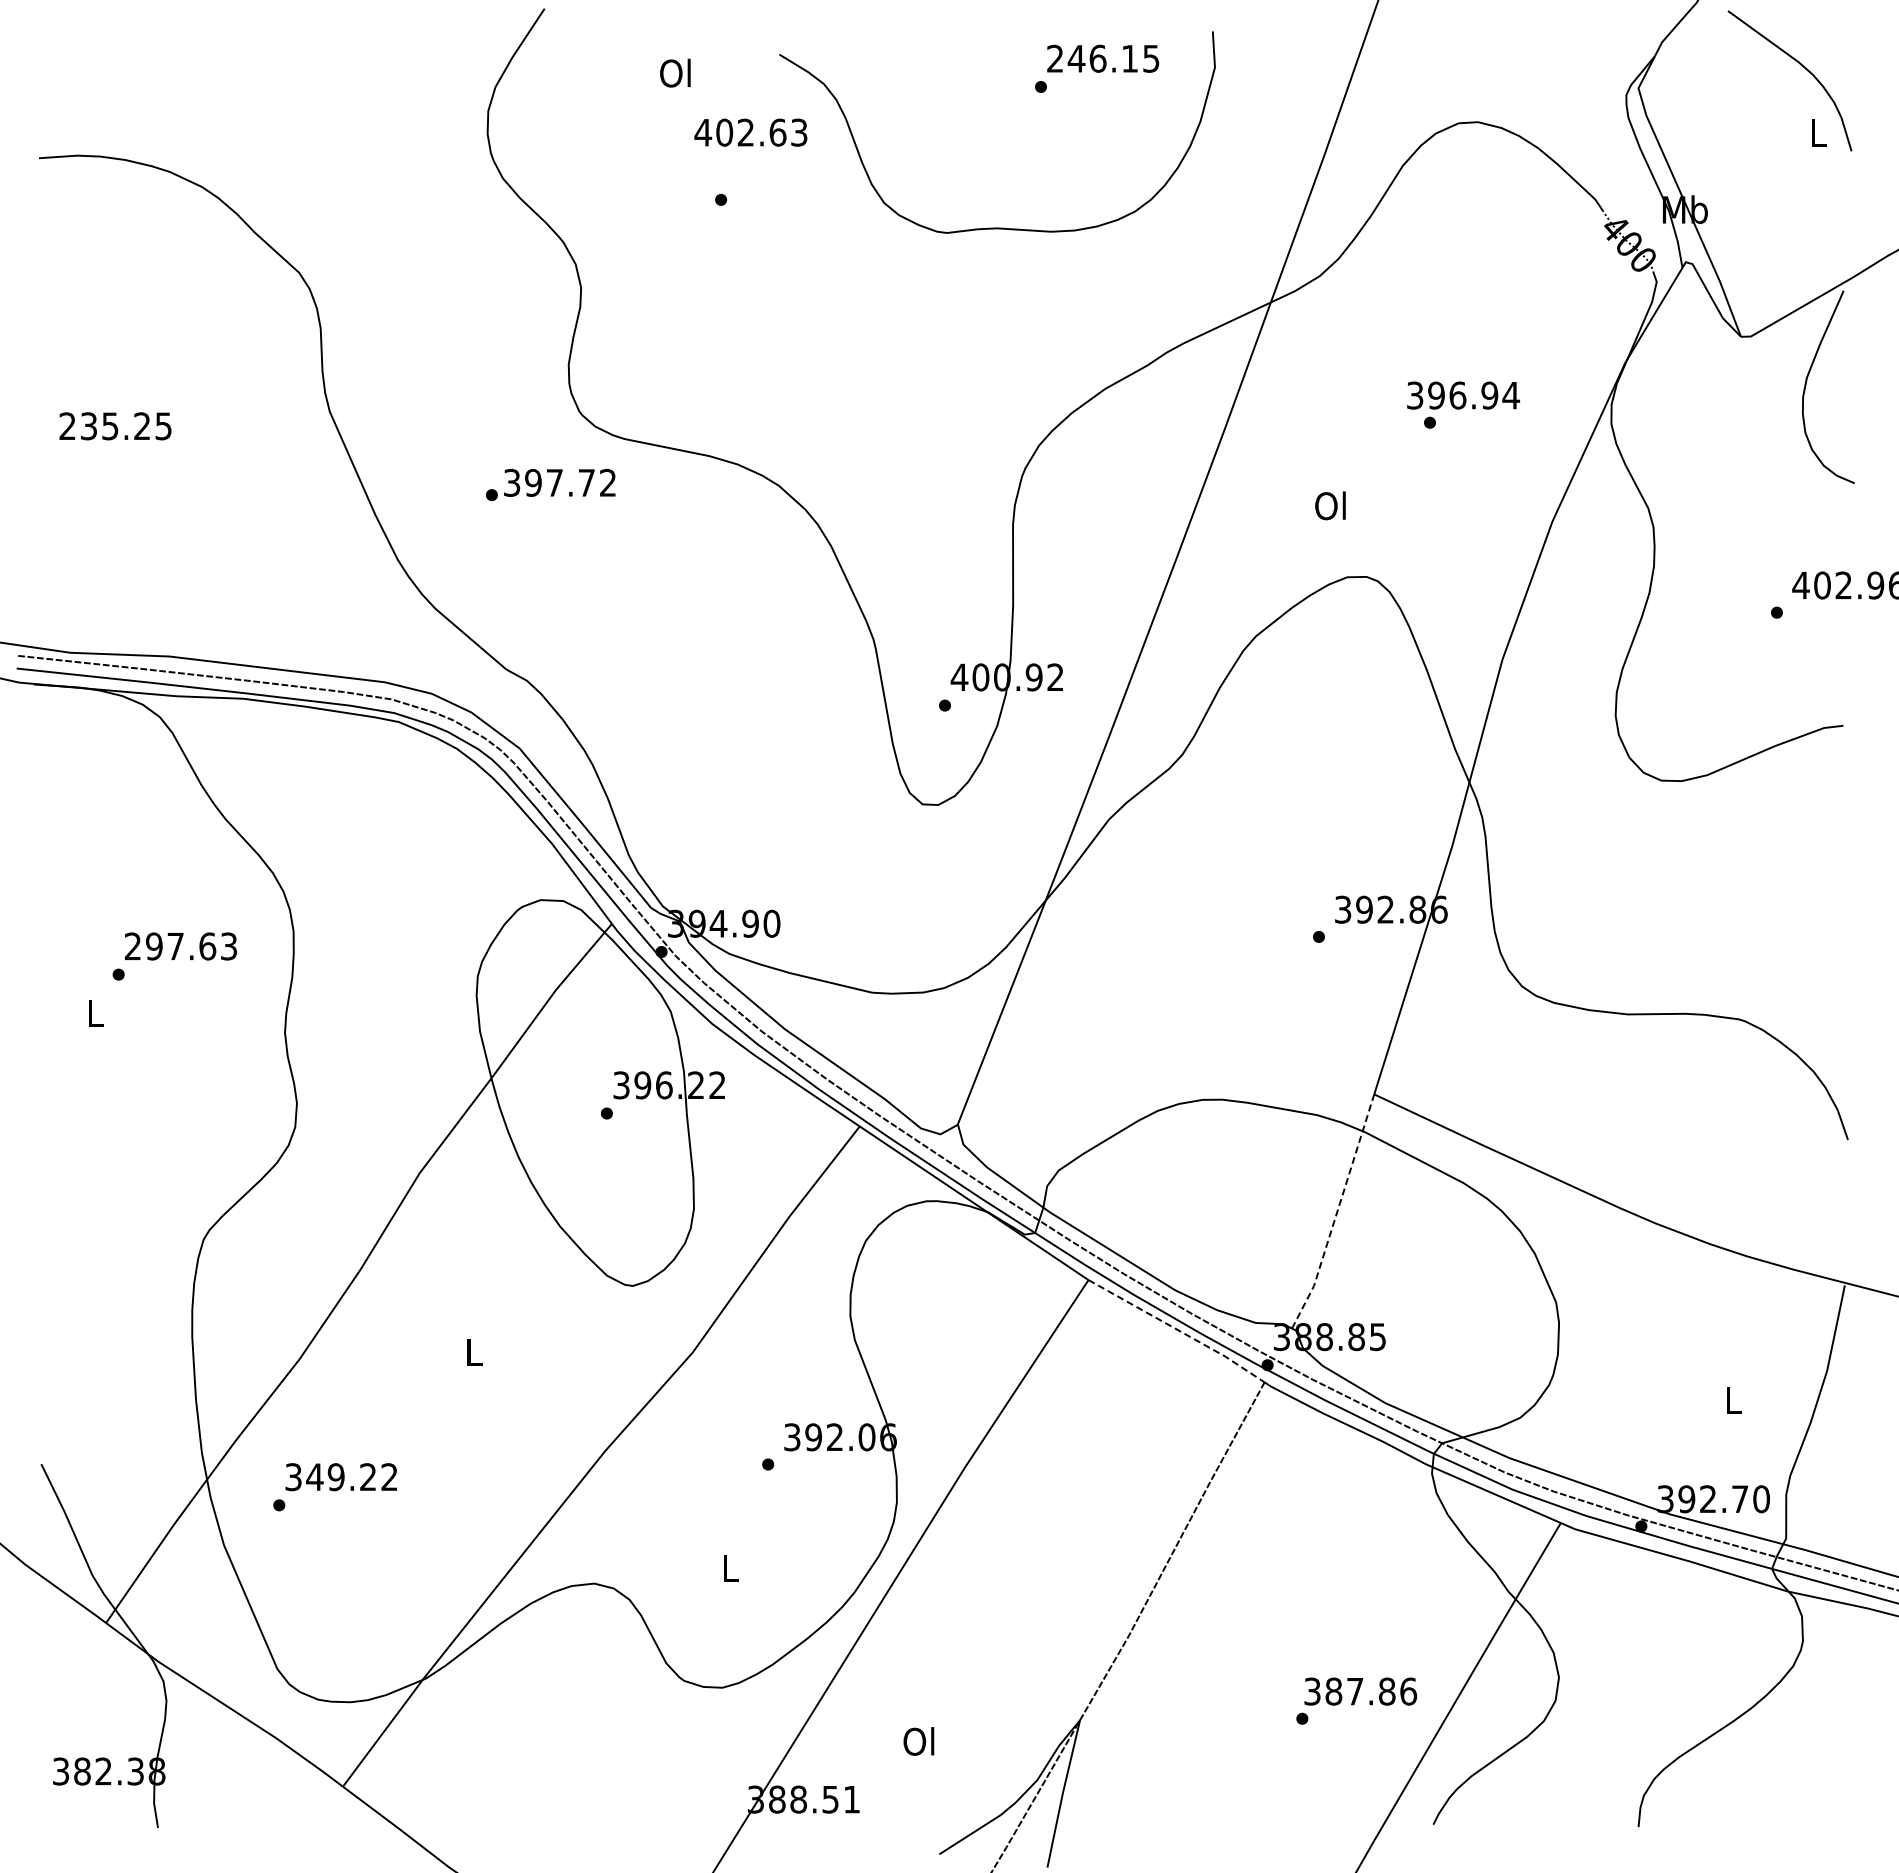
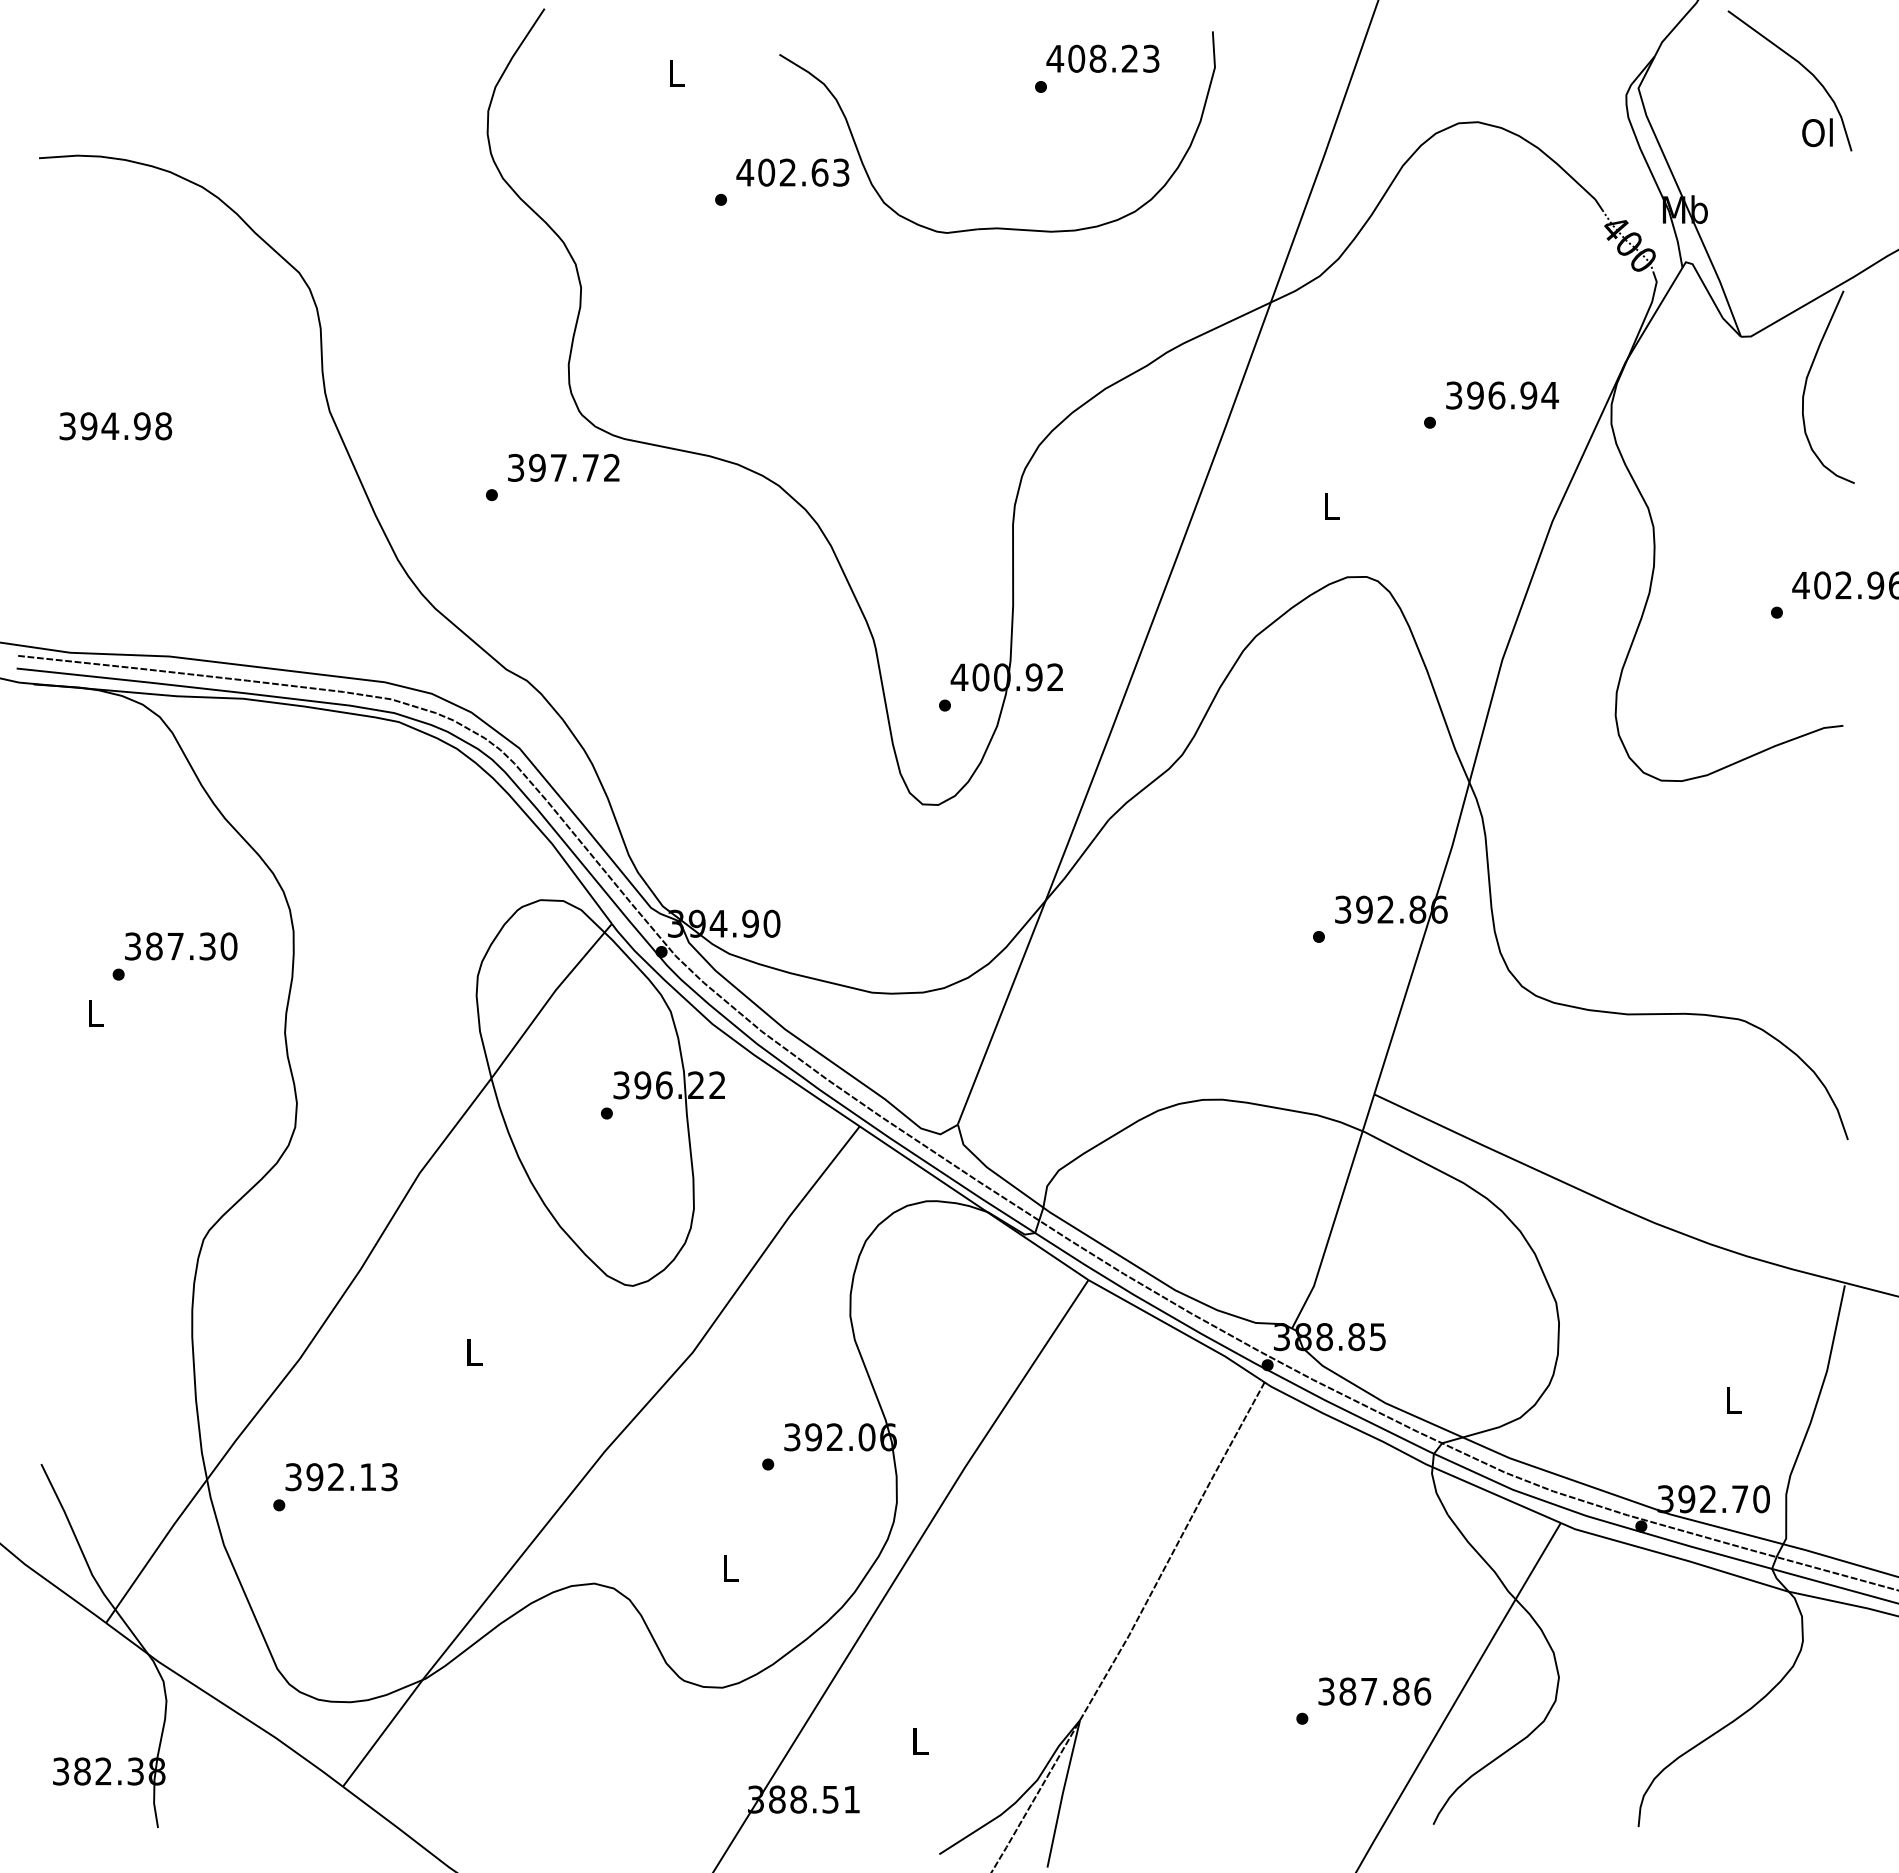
text at (1102, 58): 246.15 -> 408.23
text at (675, 72): Ol -> L
text at (750, 132) position: (750, 132) -> (792, 172)
text at (1817, 132): L -> Ol
text at (1463, 395) position: (1463, 395) -> (1502, 395)
text at (115, 426): 235.25 -> 394.98
text at (559, 482) position: (559, 482) -> (563, 467)
text at (1330, 505): Ol -> L
text at (180, 946): 297.63 -> 387.30
line at (1336, 1213): dashed -> solid
line at (1176, 1329): dashed -> solid
text at (351, 1477): 349.22 -> 392.13
text at (1360, 1691) position: (1360, 1691) -> (1374, 1691)
text at (918, 1741): Ol -> L
